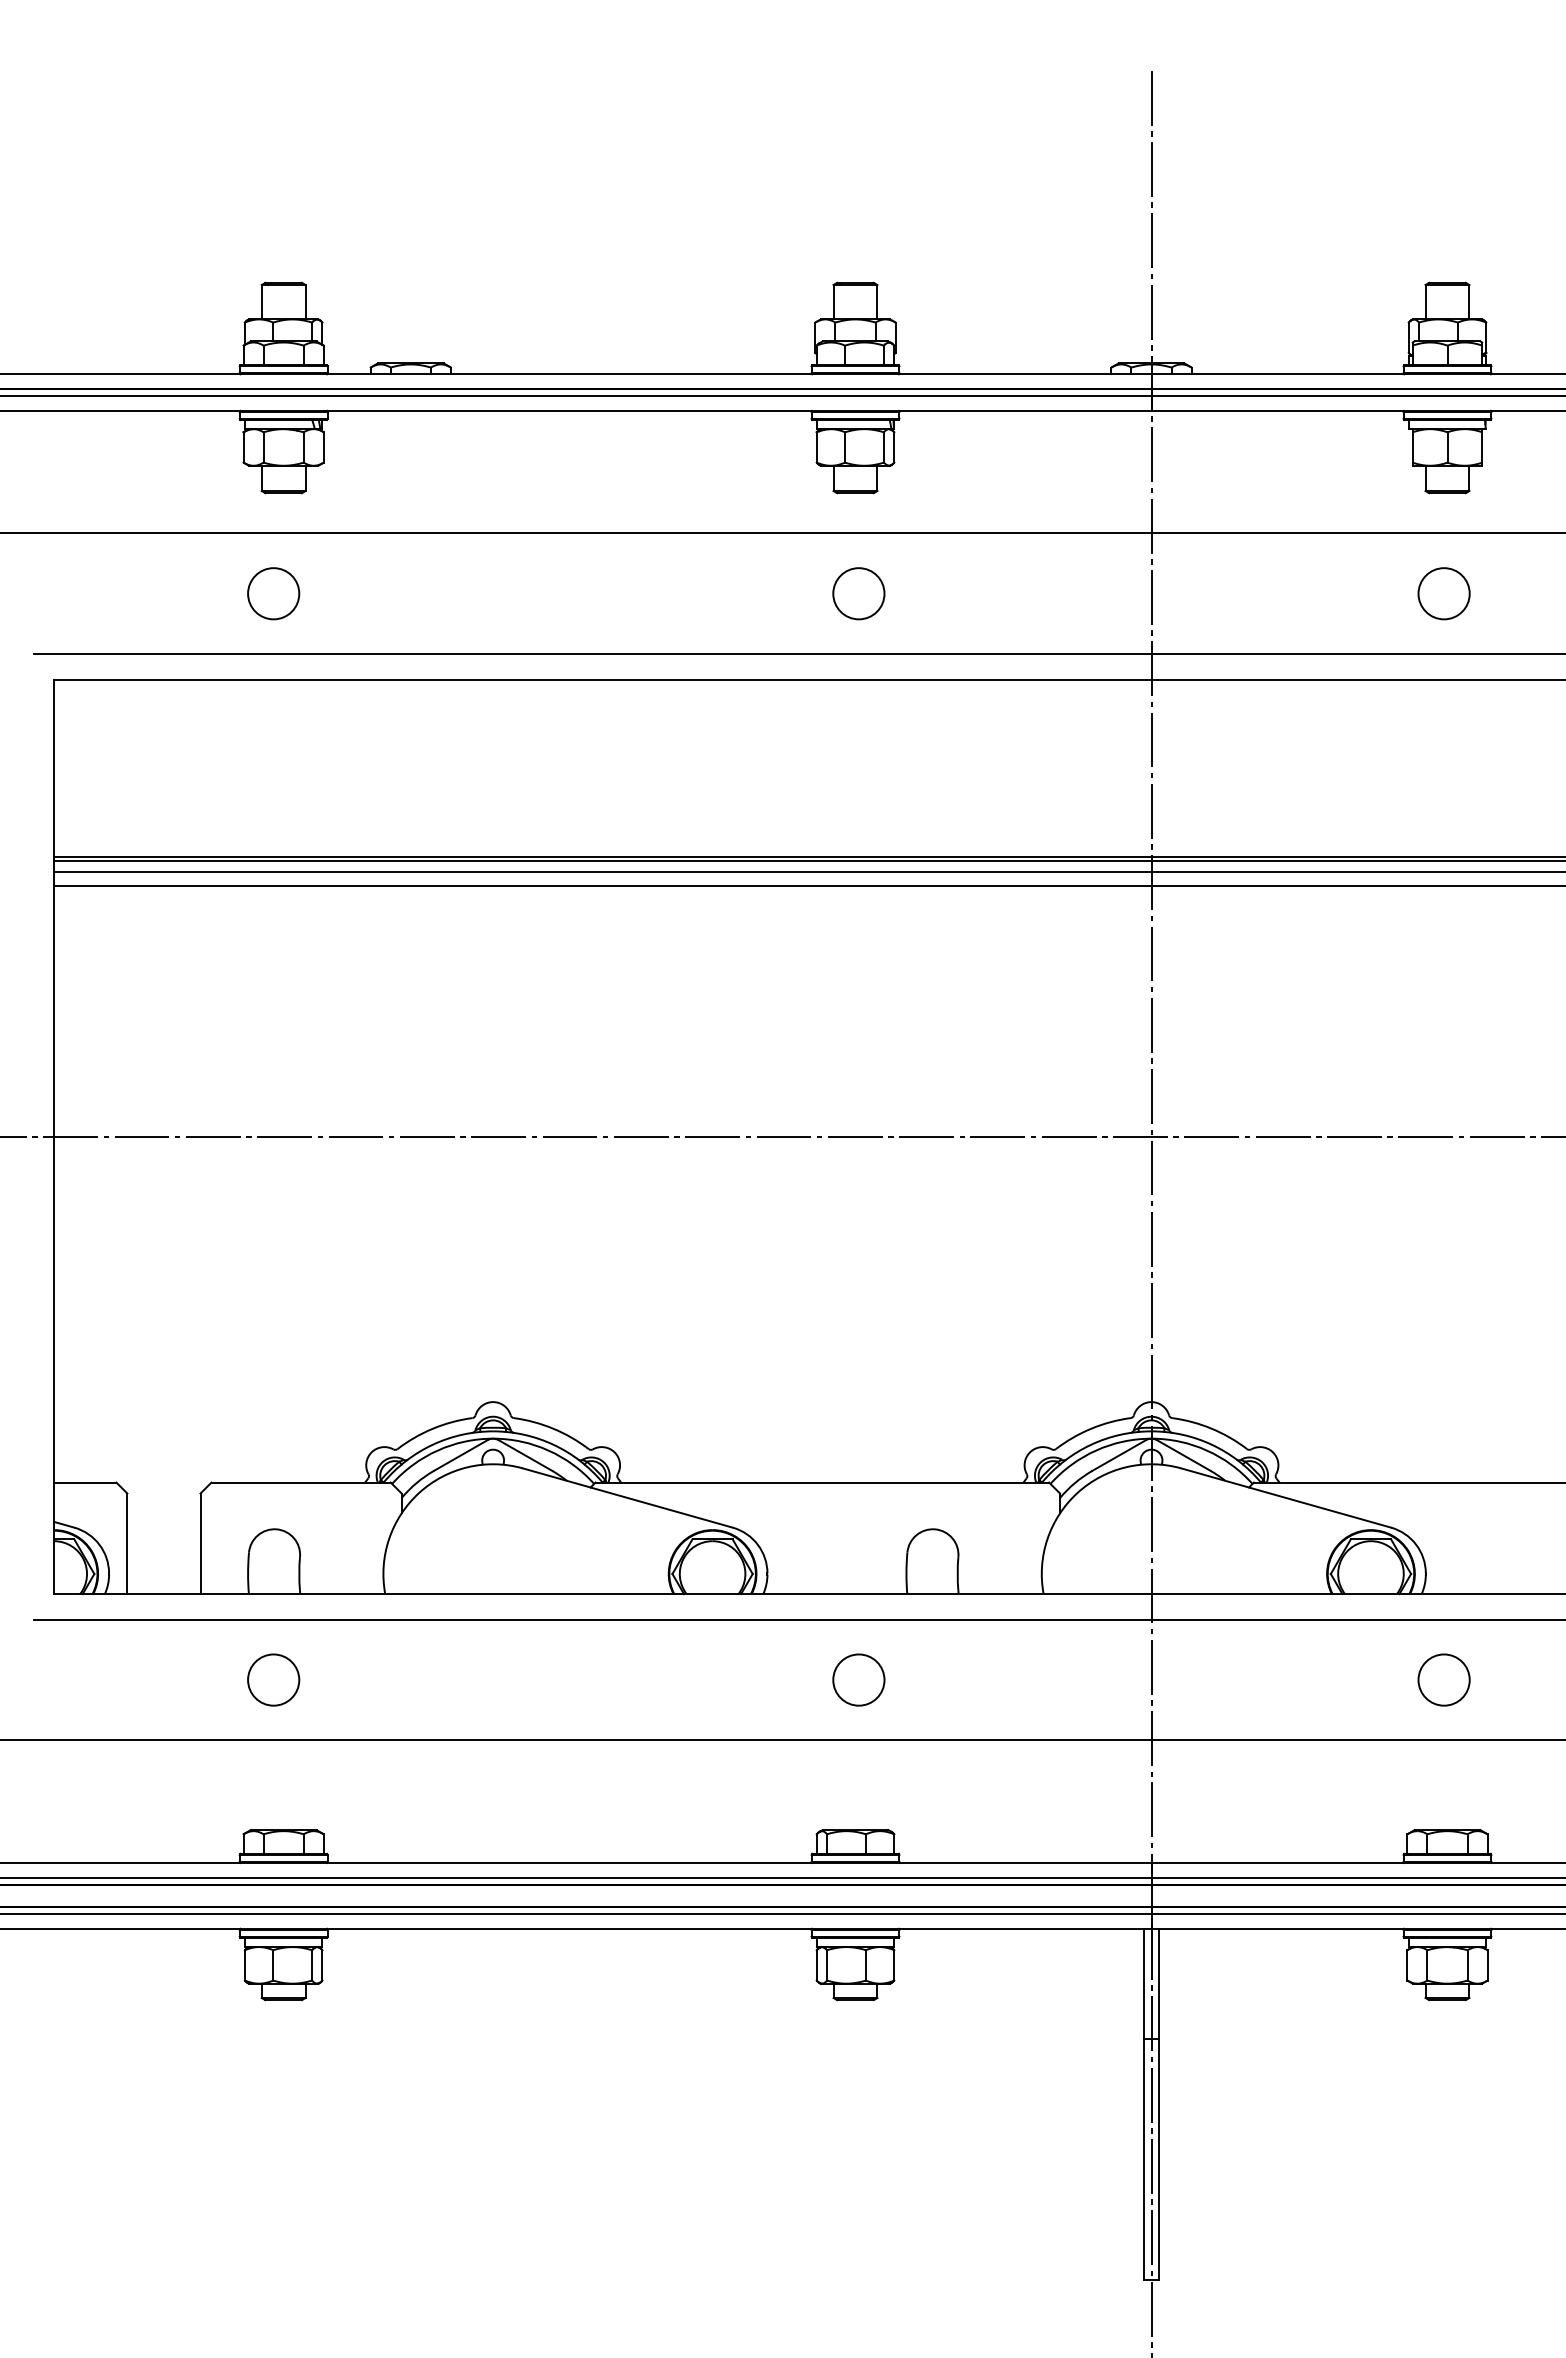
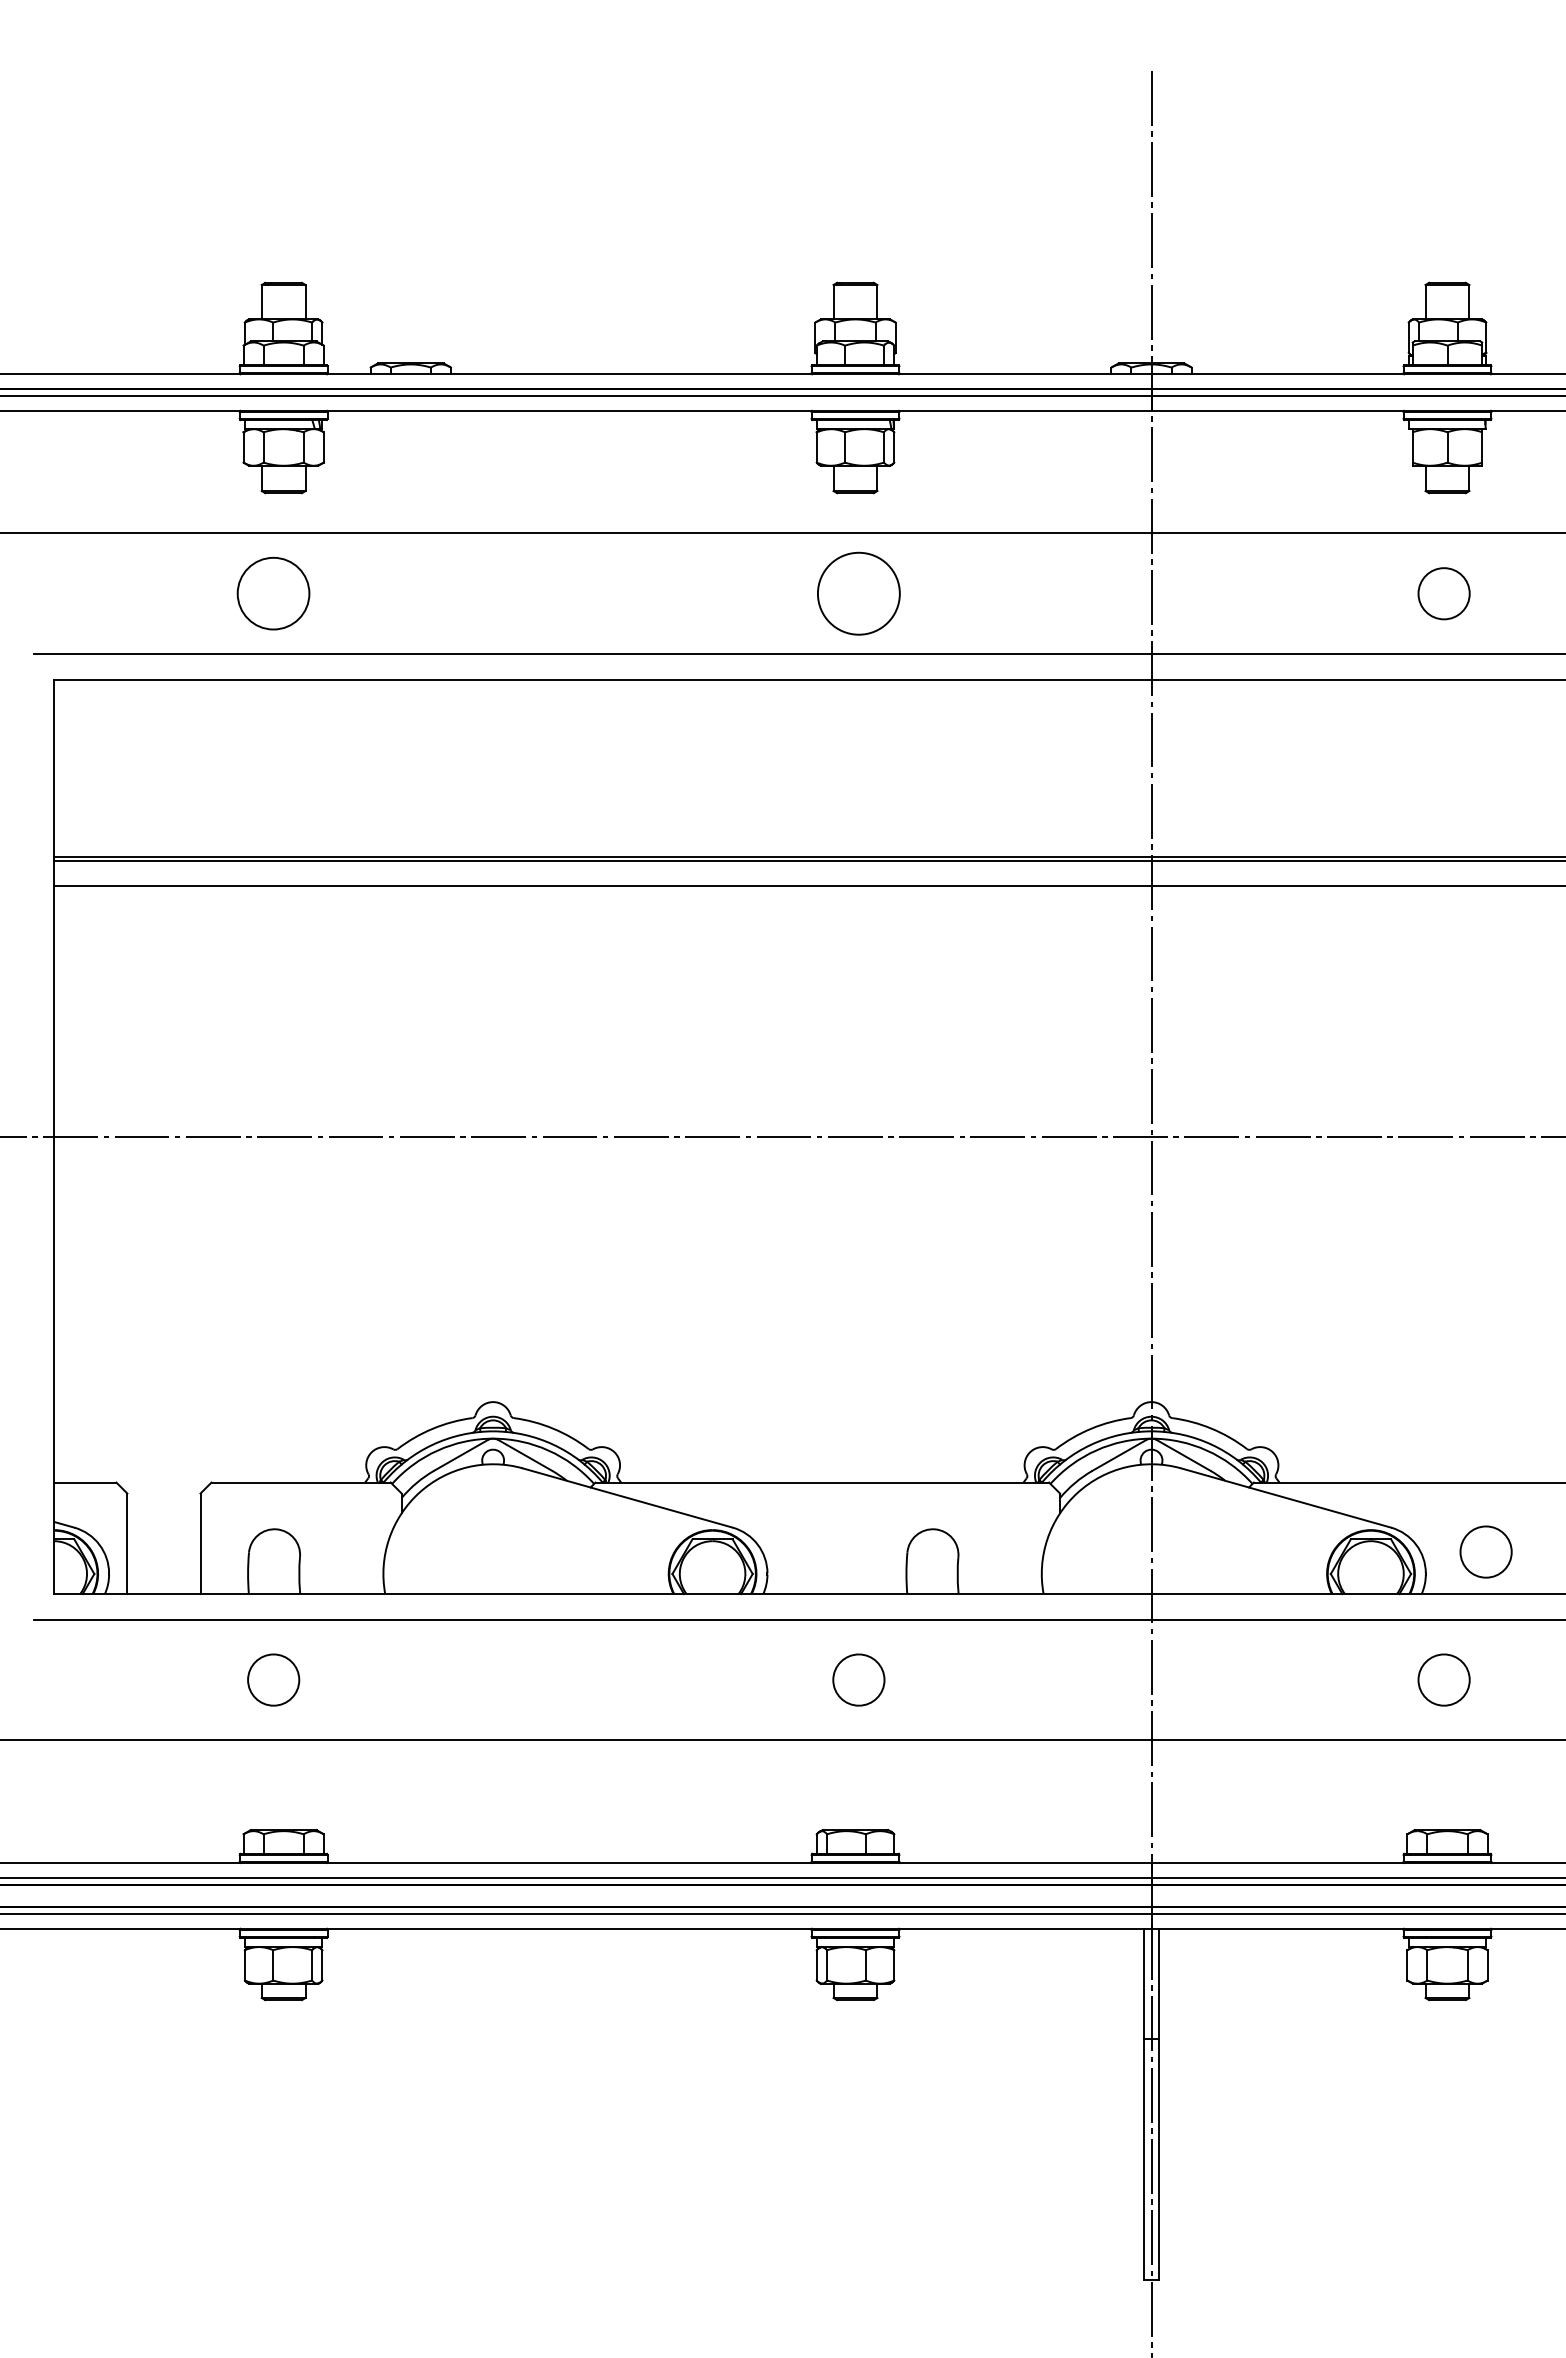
circle at (273, 593) size: 54x54 px -> 75x75 px
circle at (858, 593) diameter: 51 px -> 82 px
line at (808, 871): present -> none
circle at (1485, 1551): none -> present
